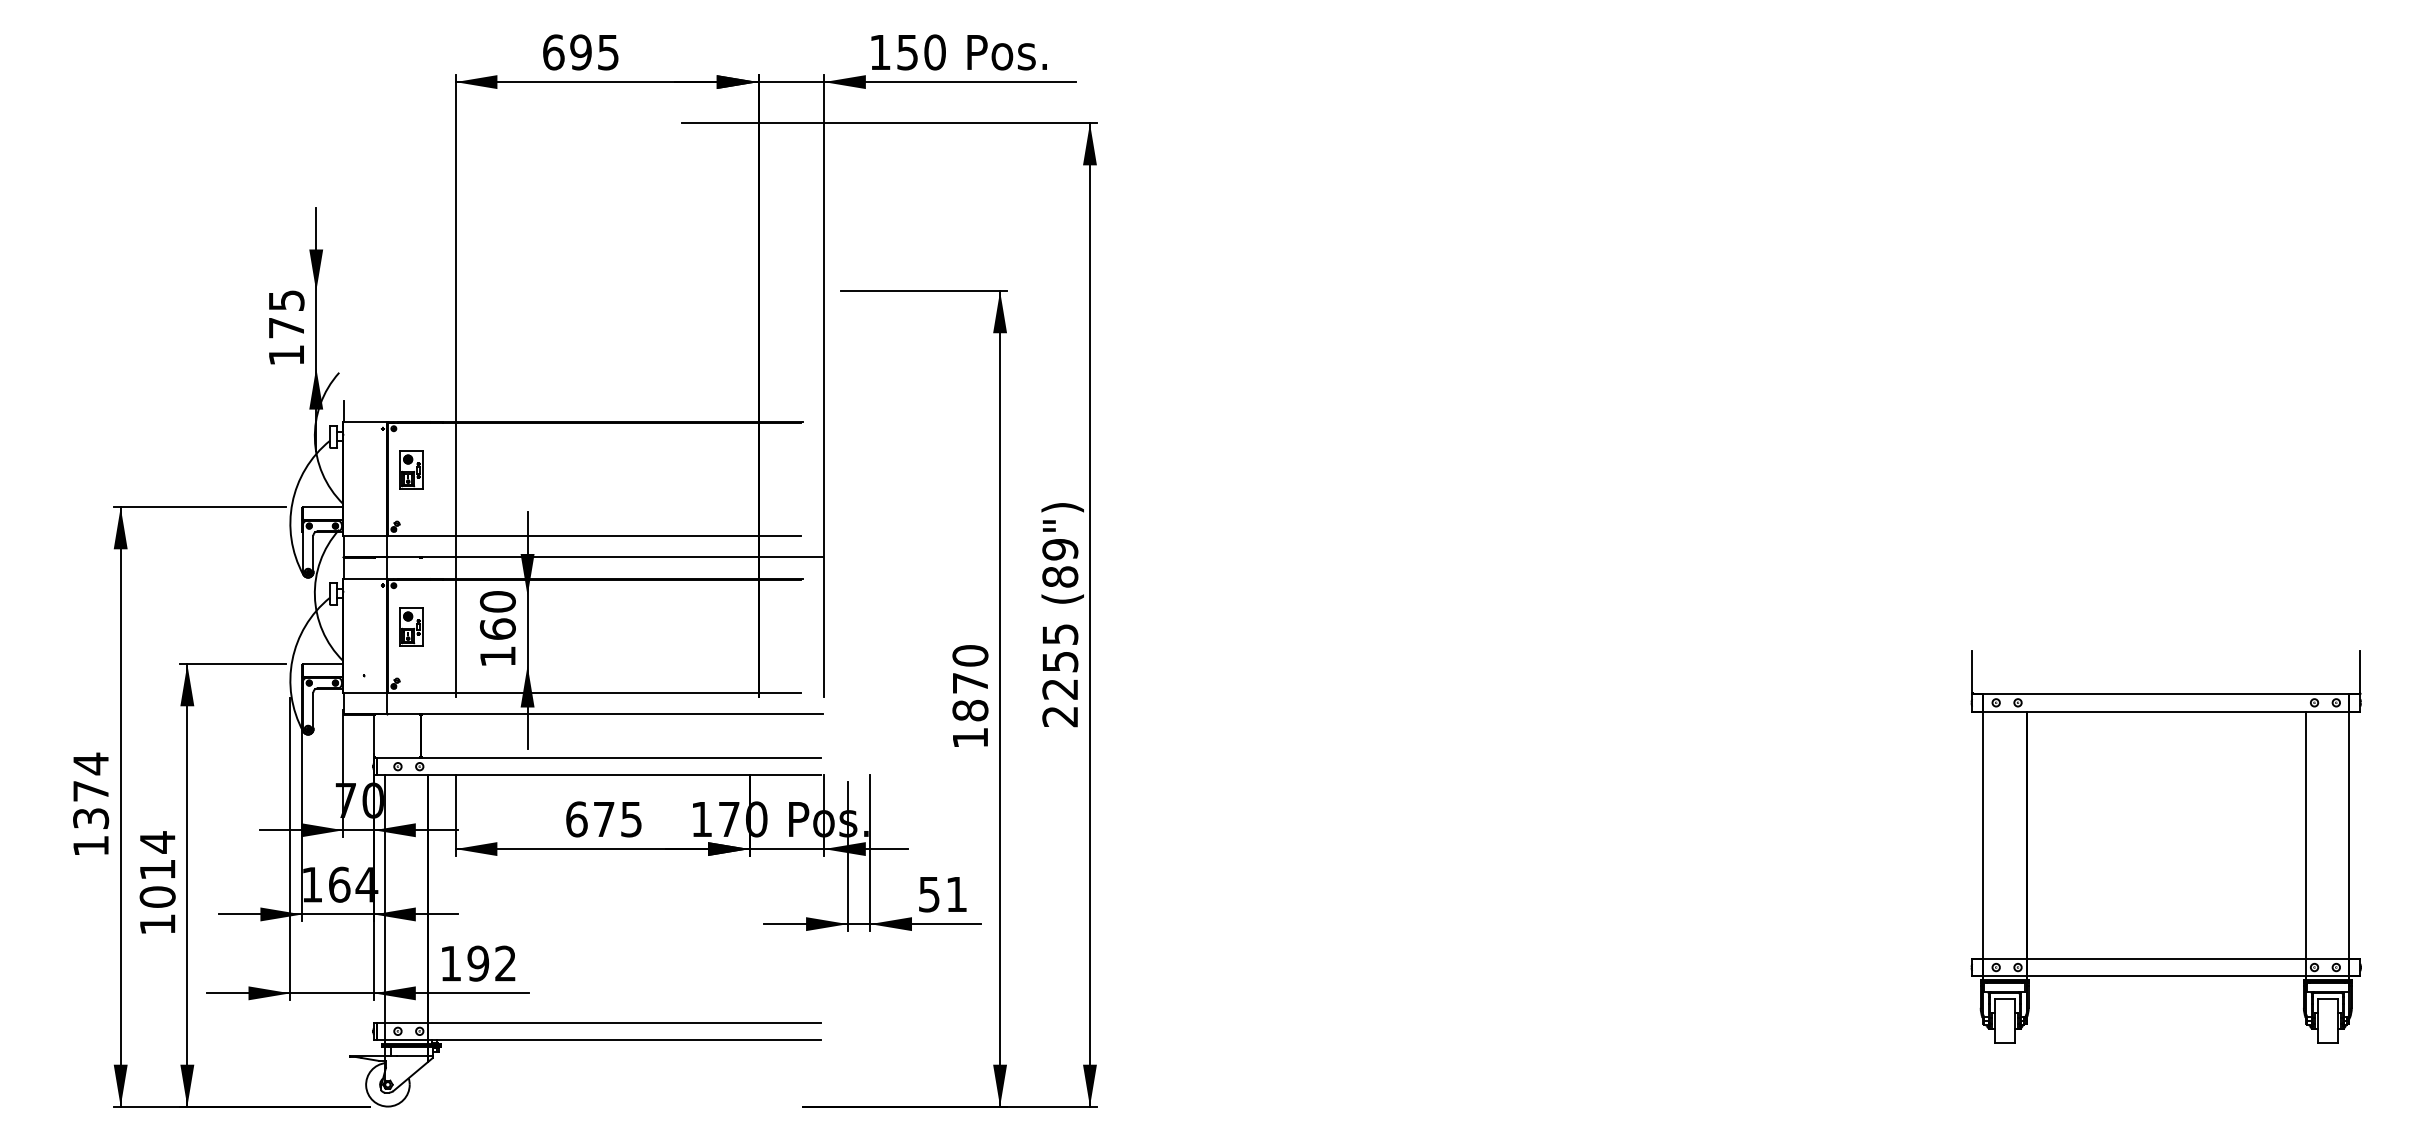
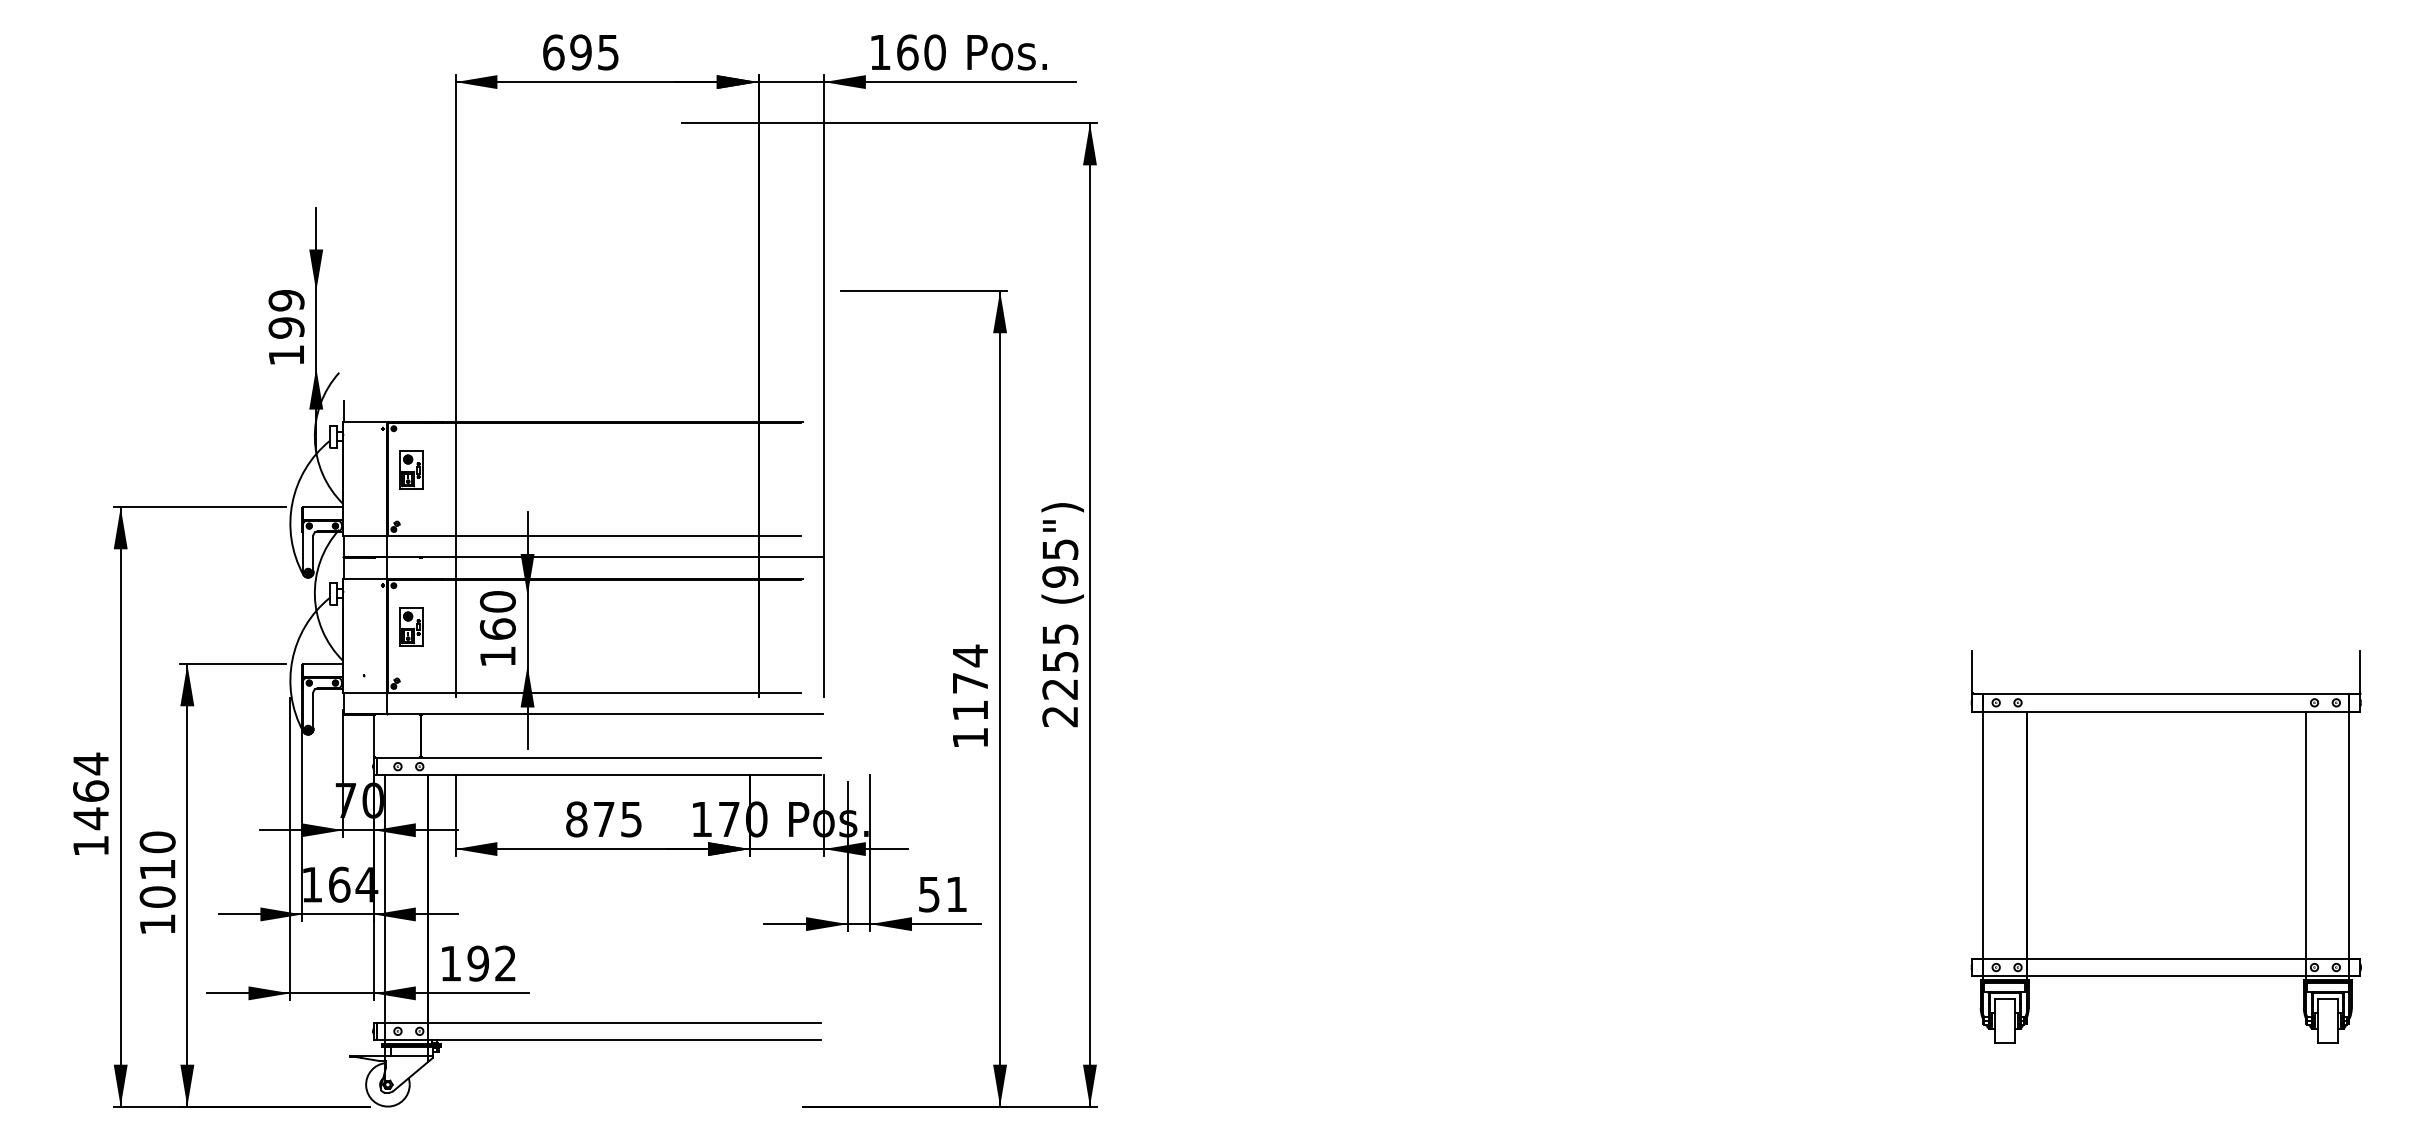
text at (907, 52): 150 -> 160
text at (286, 314): 175 -> 199
text at (1060, 563): (89") -> (95")
text at (970, 682): 1870 -> 1174
text at (91, 805): 1374 -> 1464
text at (576, 819): 675 -> 875
text at (157, 842): 1014 -> 1010
